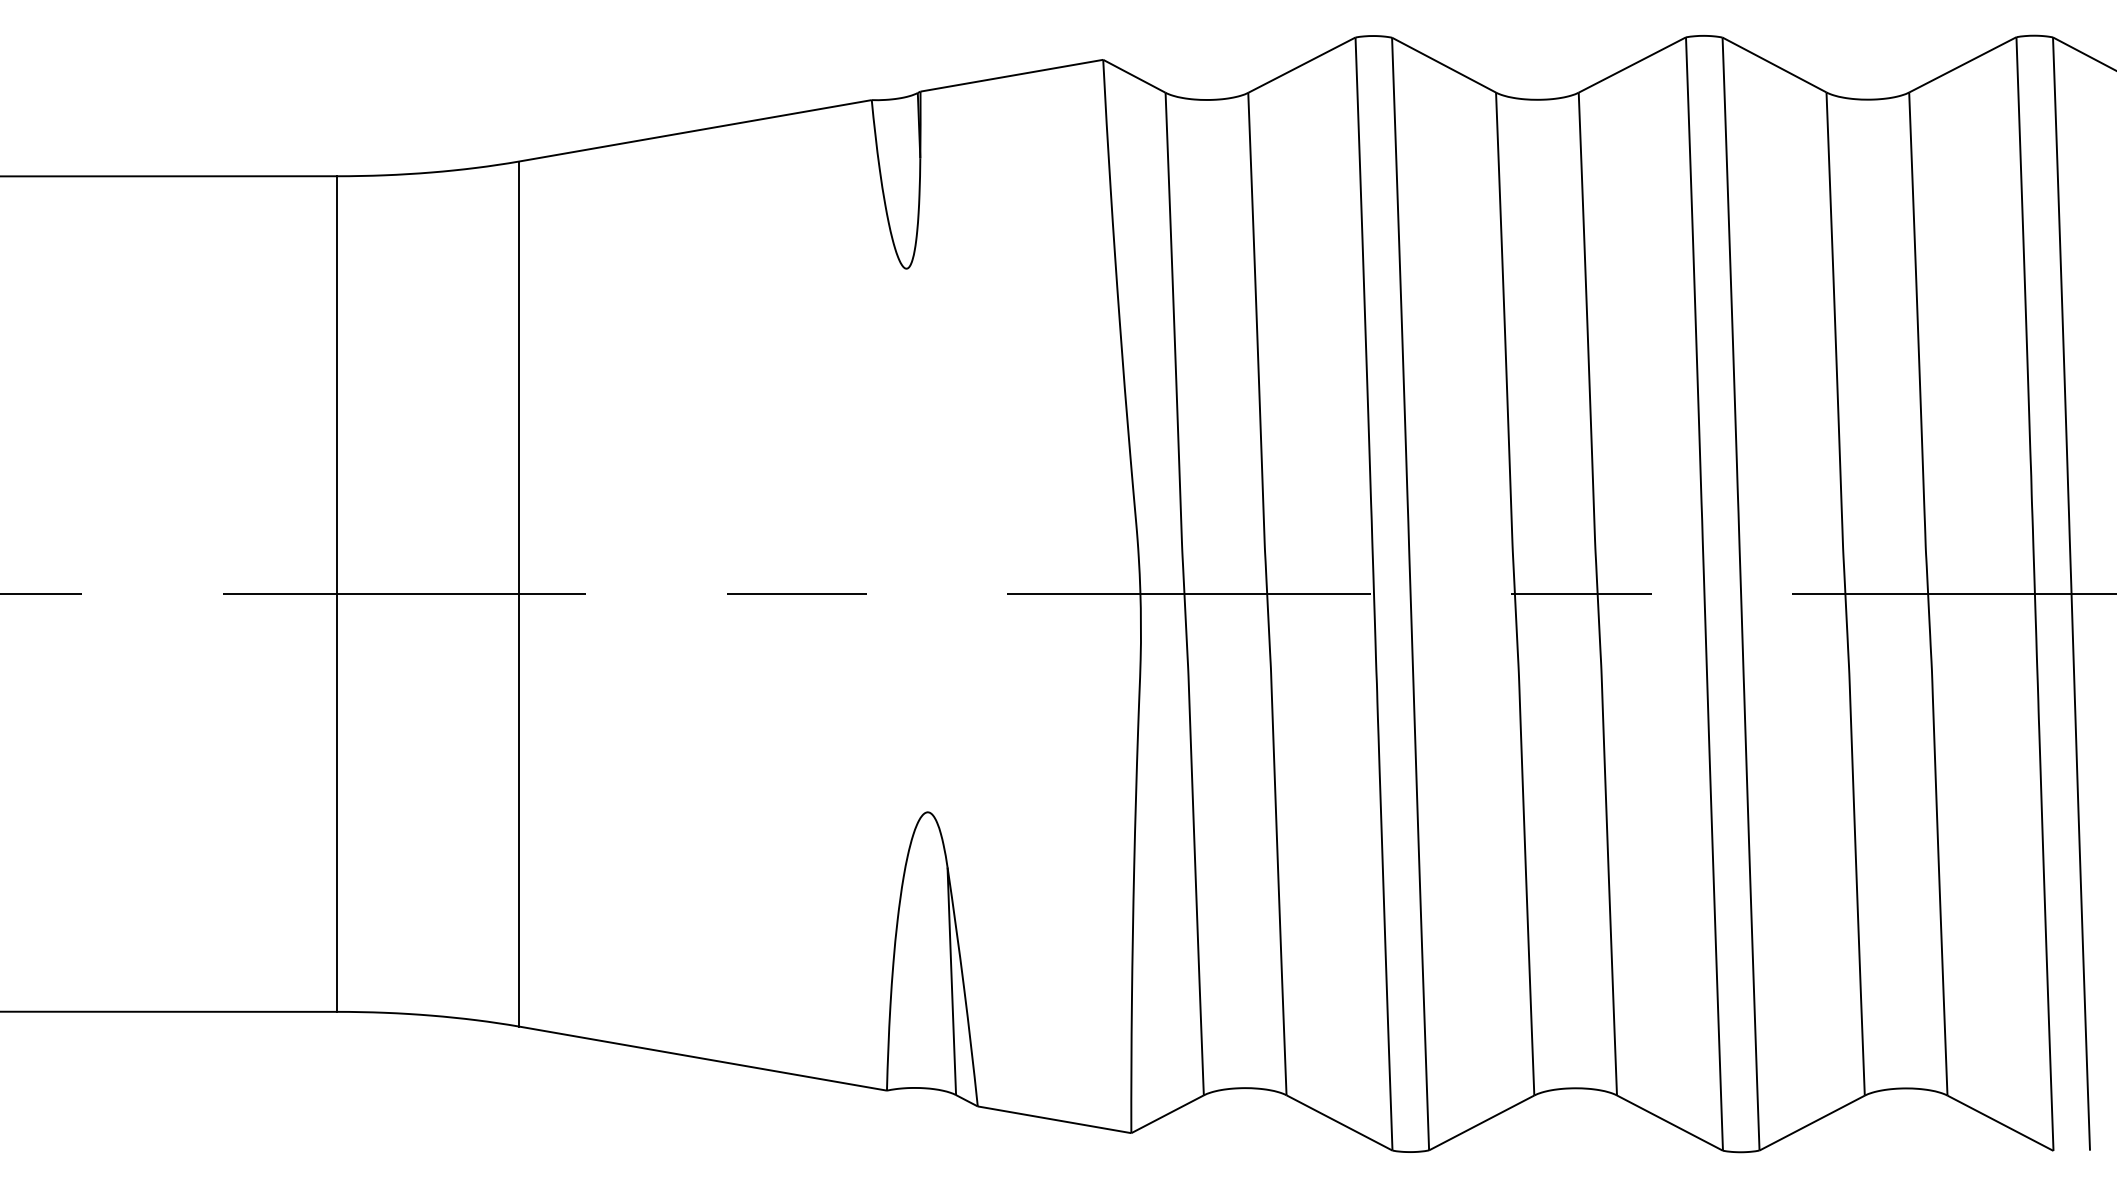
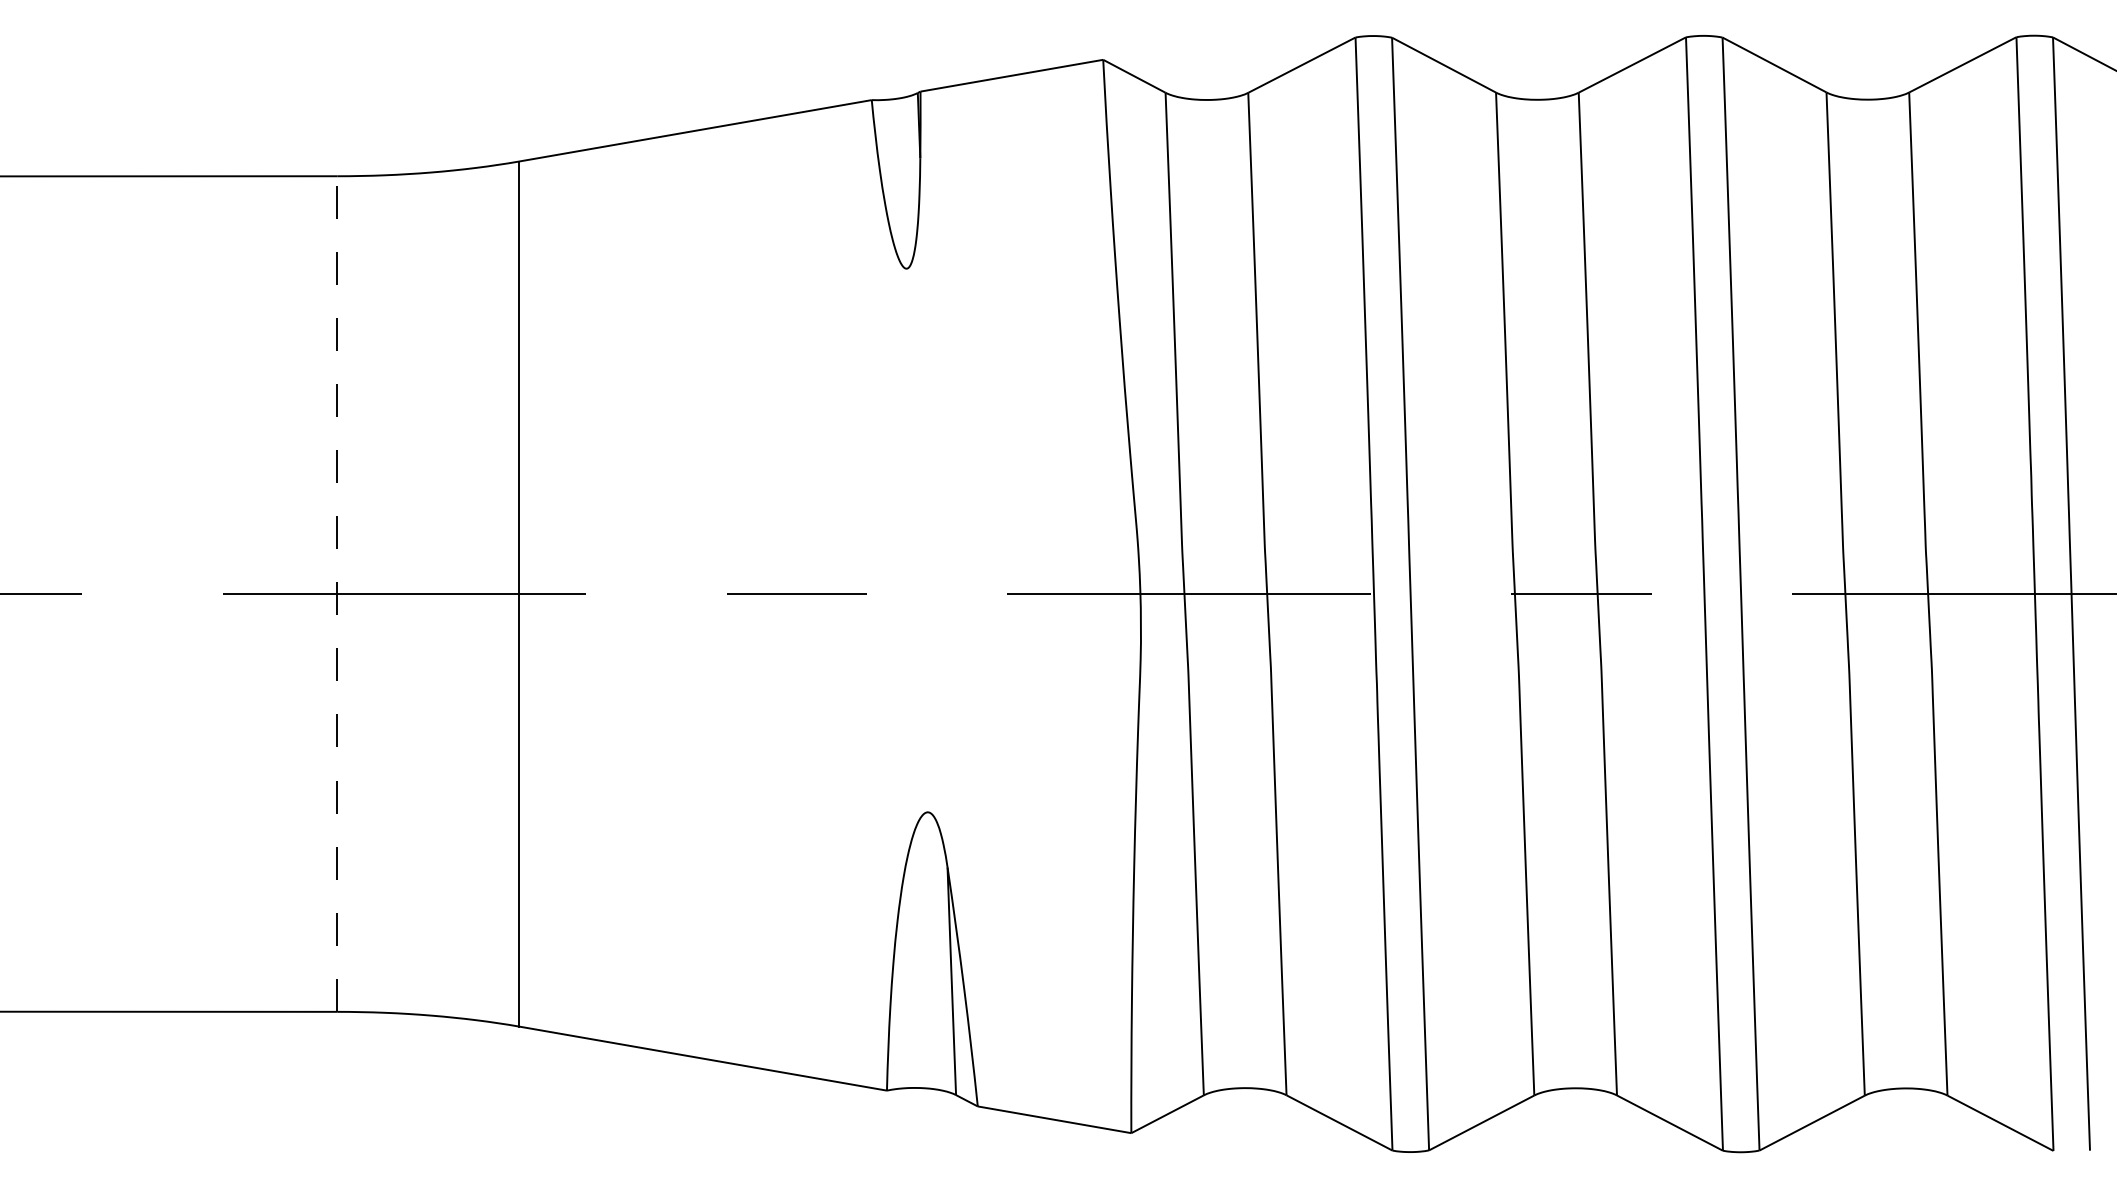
line at (337, 594): solid -> dashed
